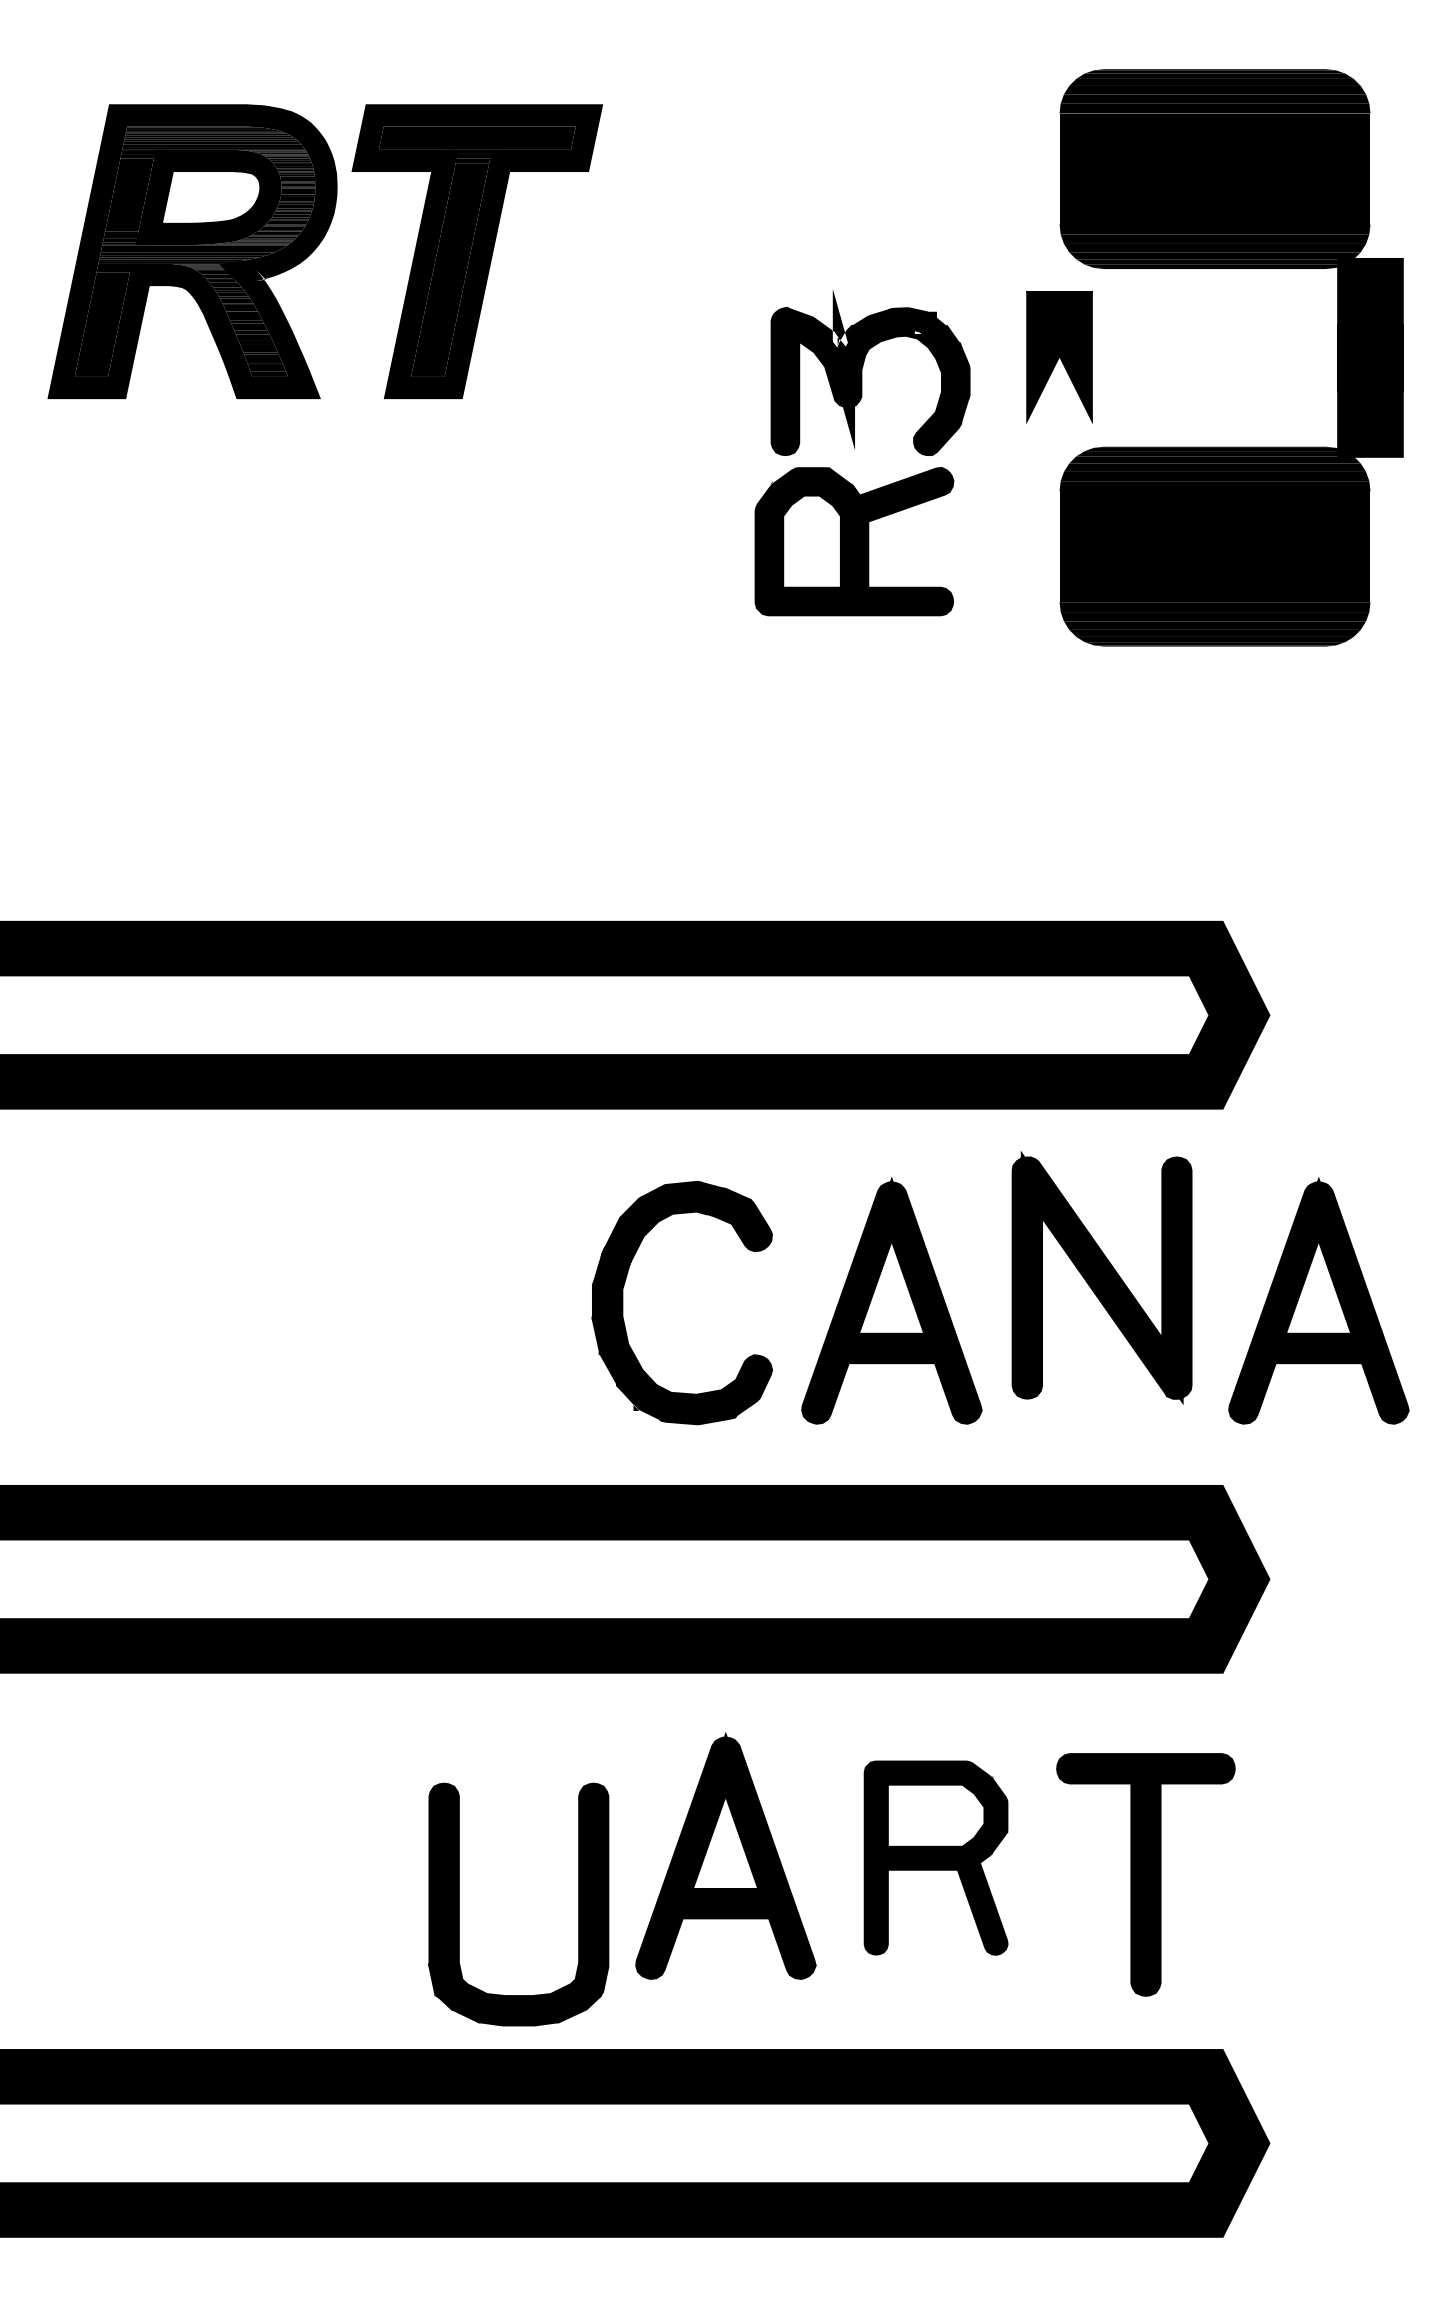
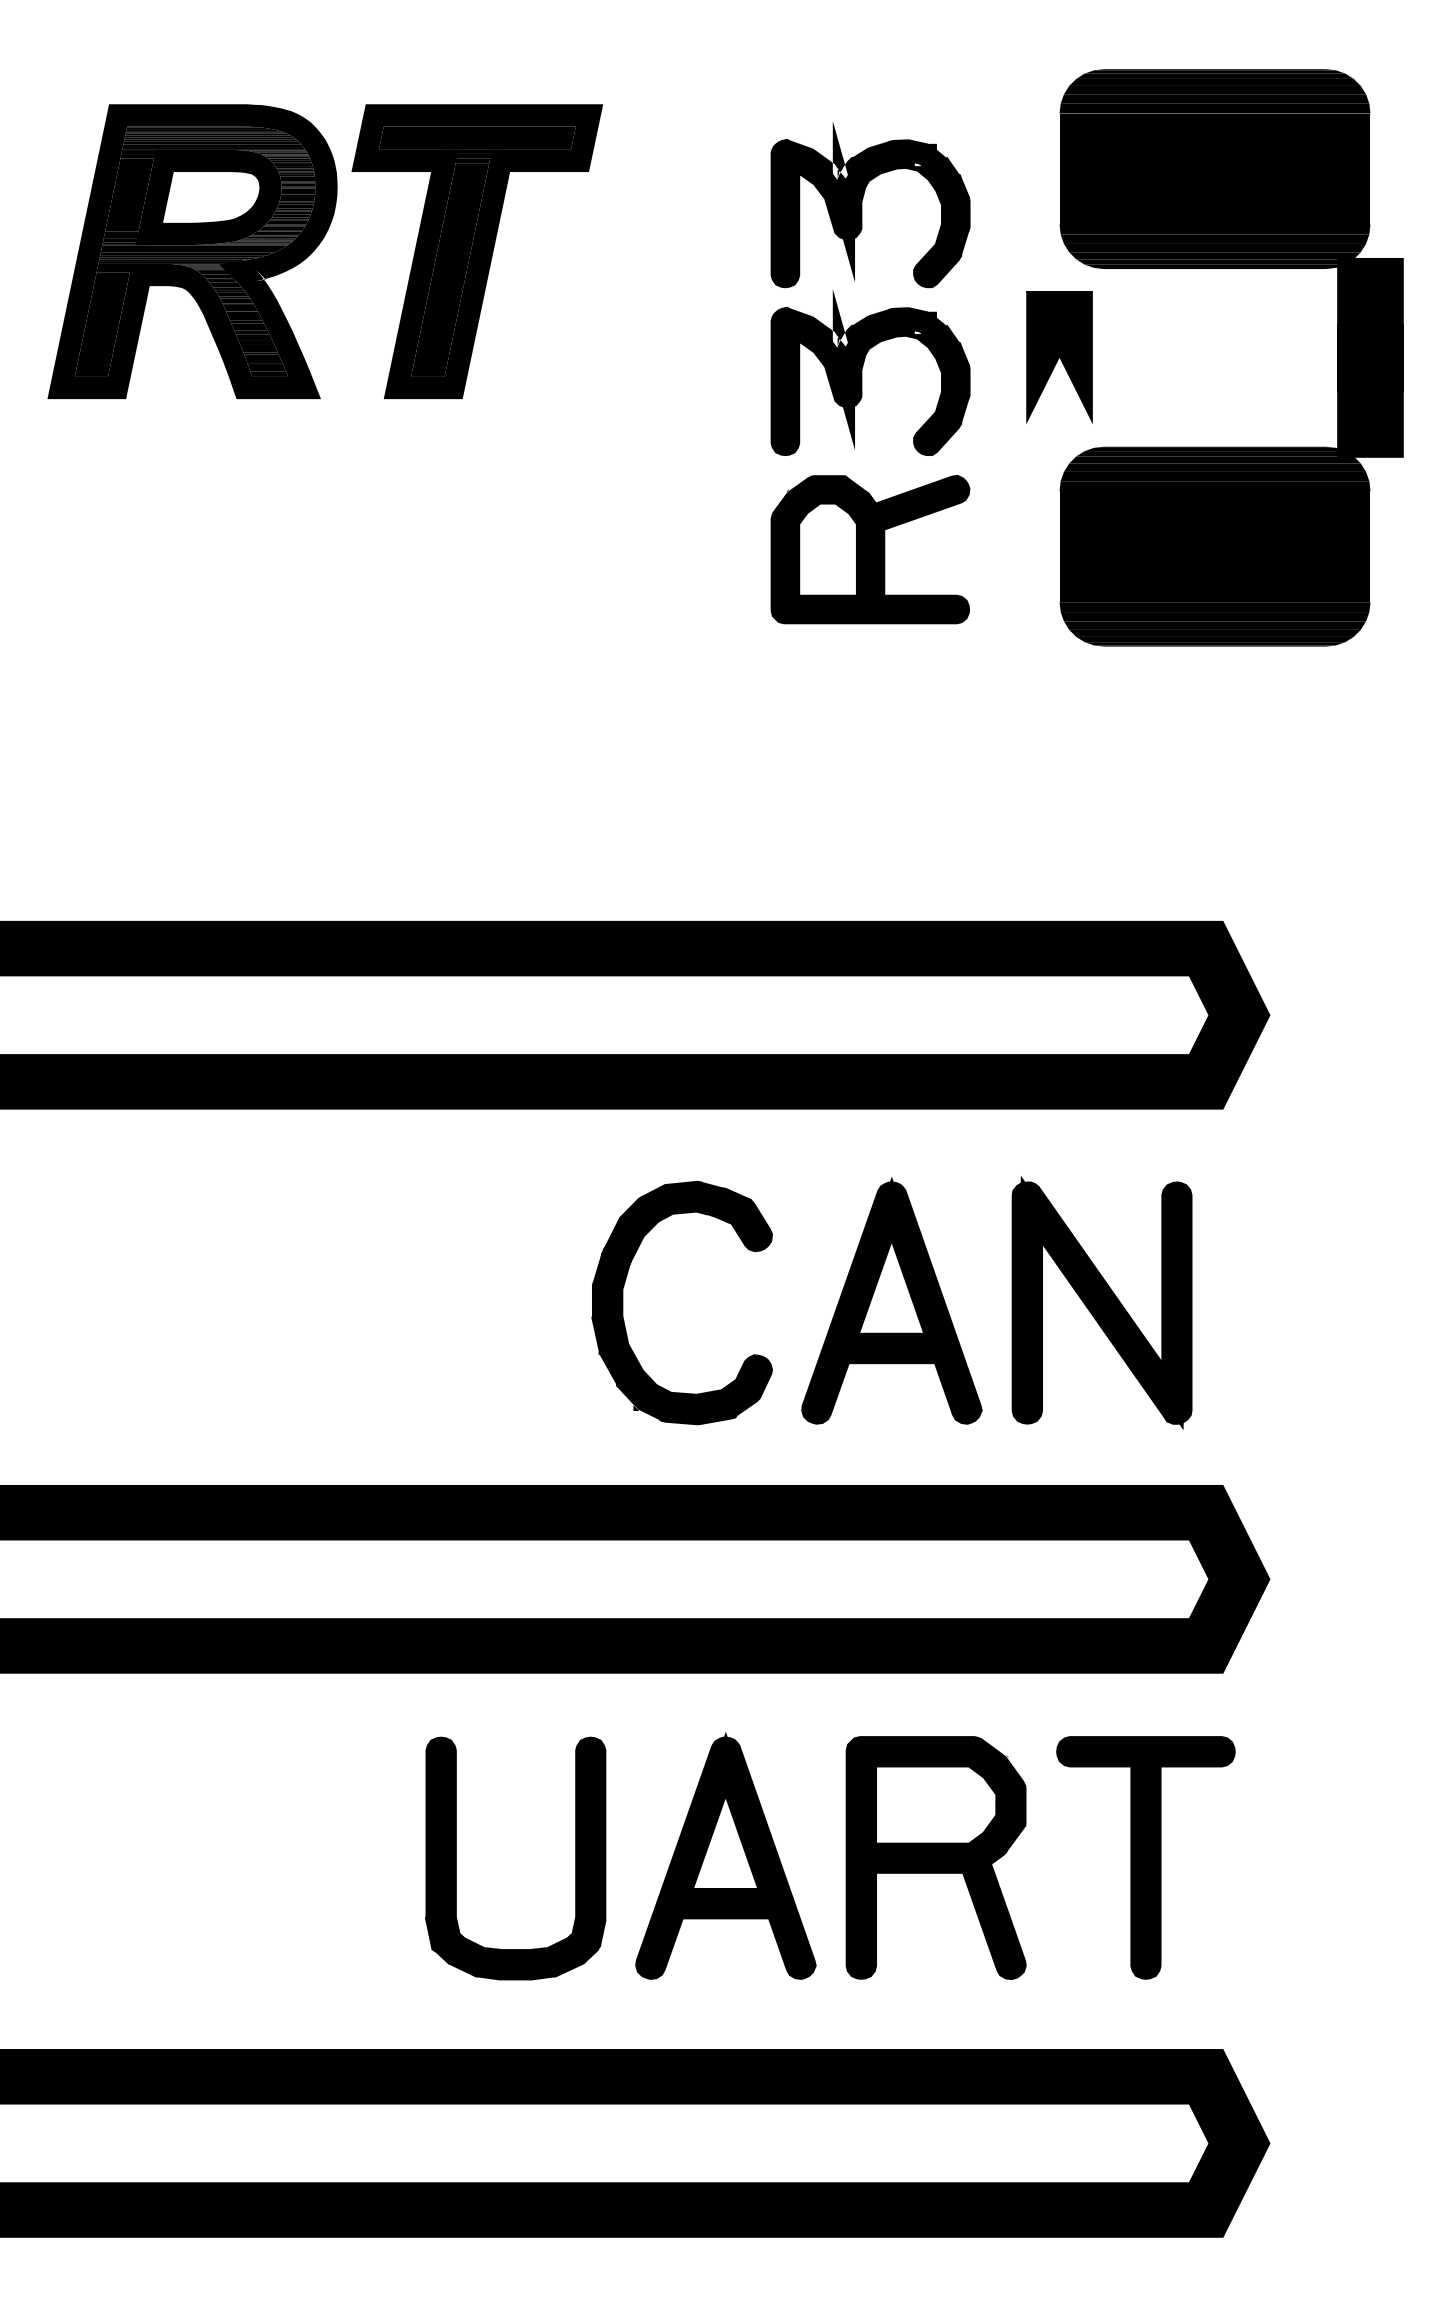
part at (862, 205): none -> present
part at (854, 541) position: (854, 541) -> (870, 549)
part at (1101, 1277) position: (1101, 1277) -> (1101, 1302)
part at (1318, 1300): present -> none
part at (935, 1857) size: 146x196 px -> 182x245 px
part at (1145, 1874) position: (1145, 1874) -> (1145, 1857)
part at (459, 1904) position: (459, 1904) -> (456, 1858)
